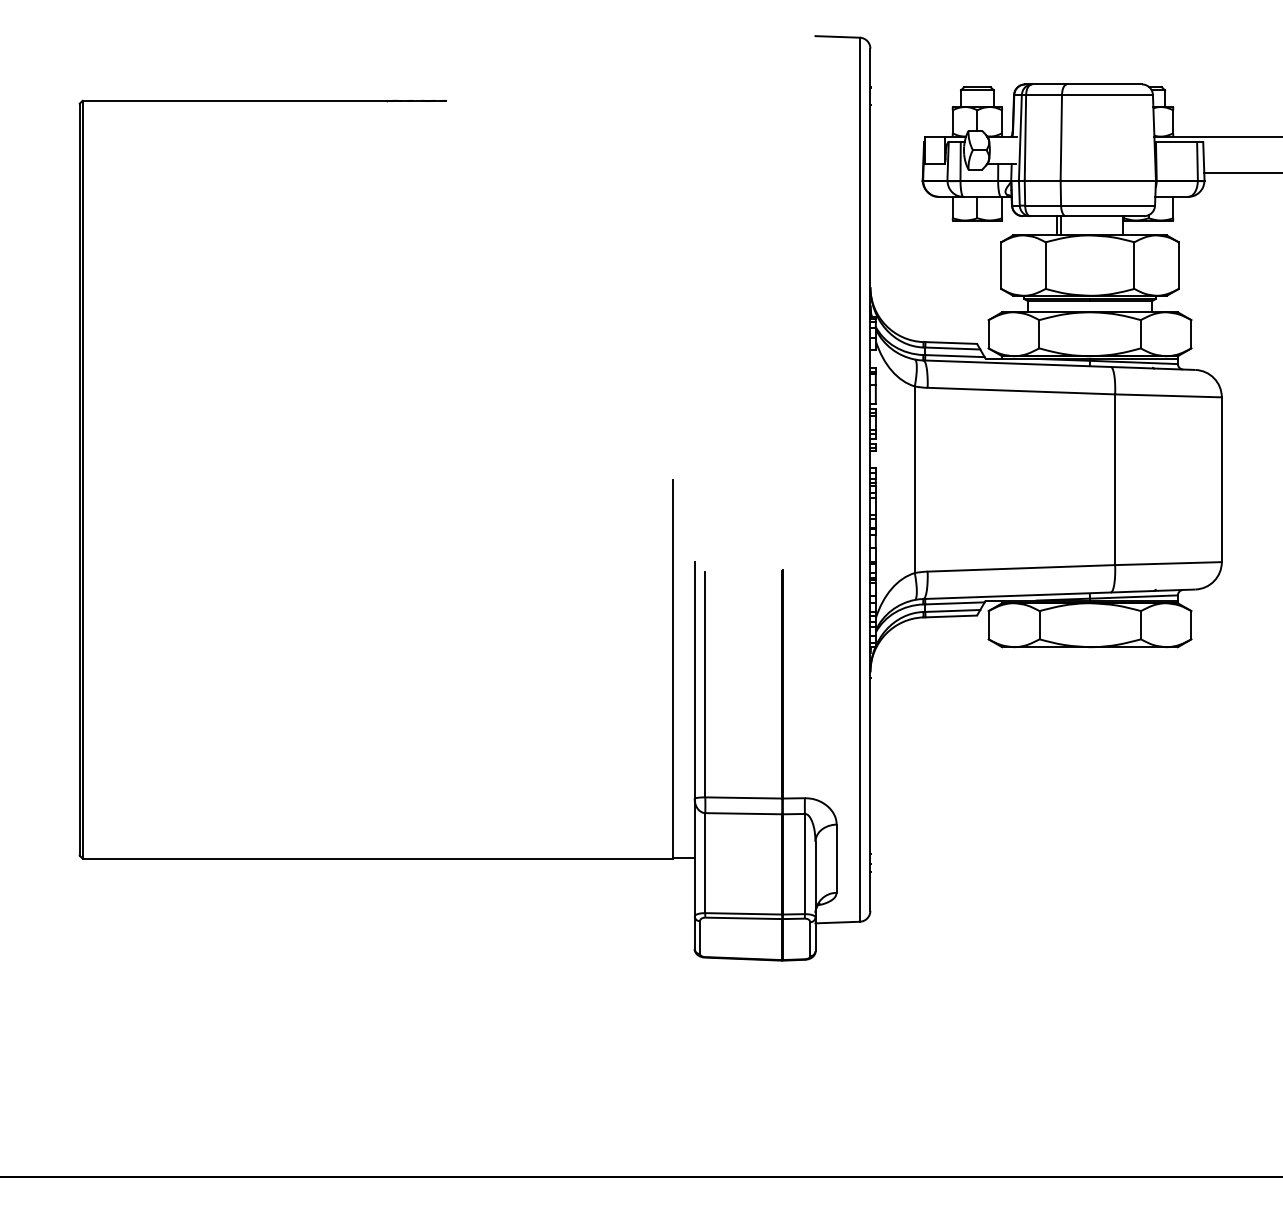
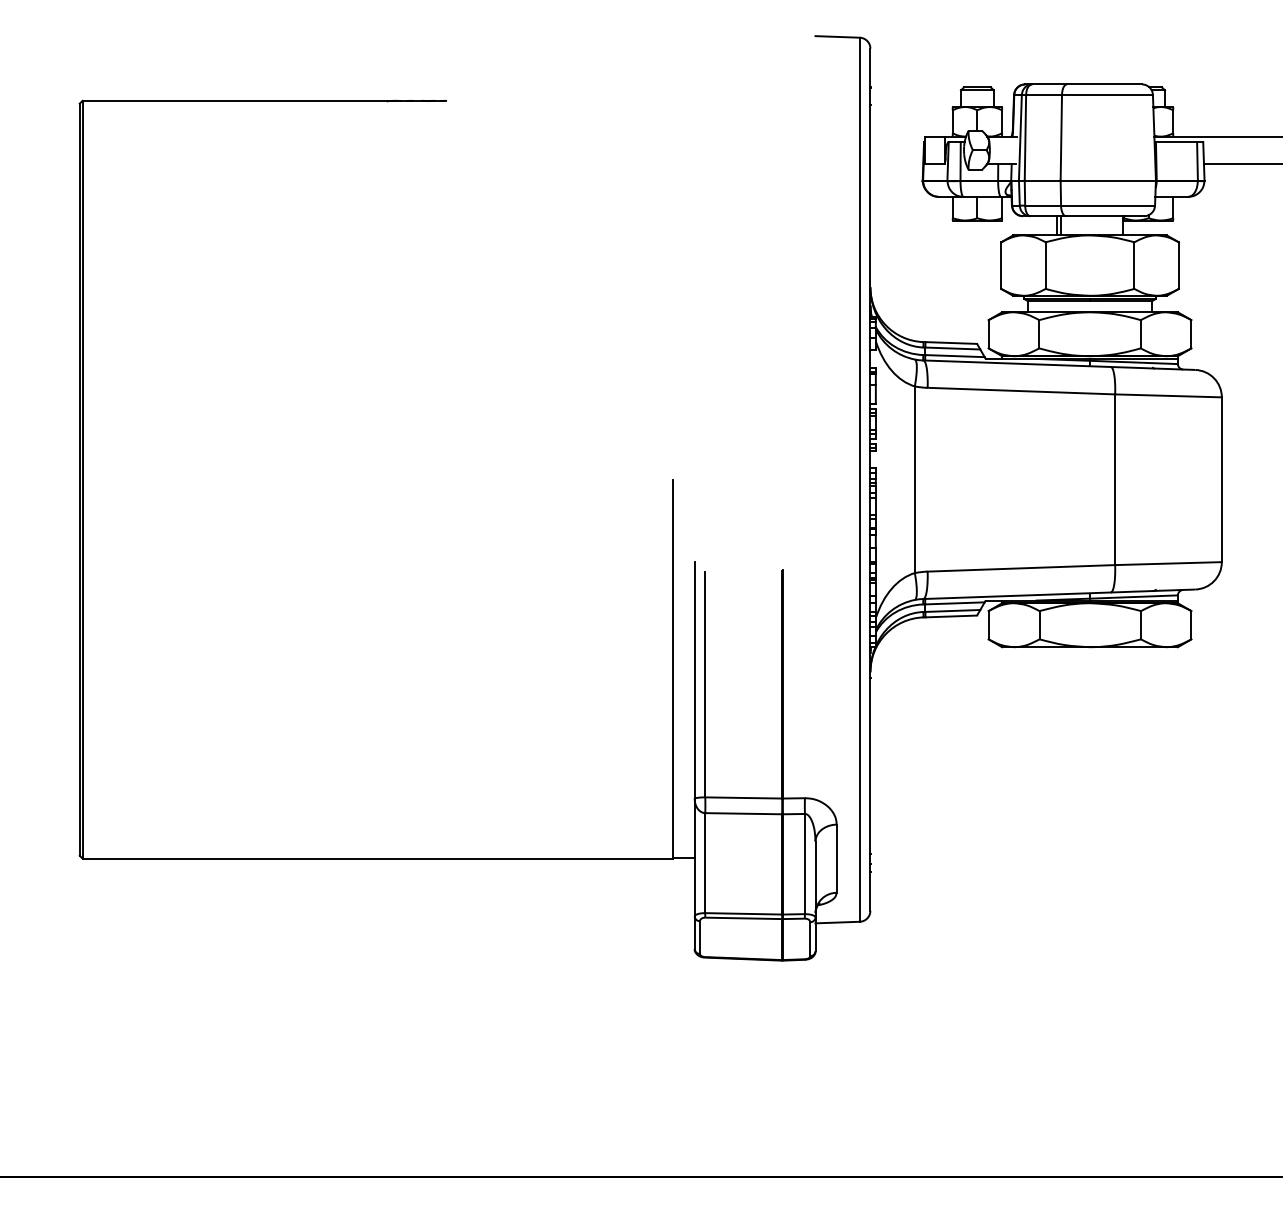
line at (1241, 173) position: (1241, 173) -> (1241, 164)
